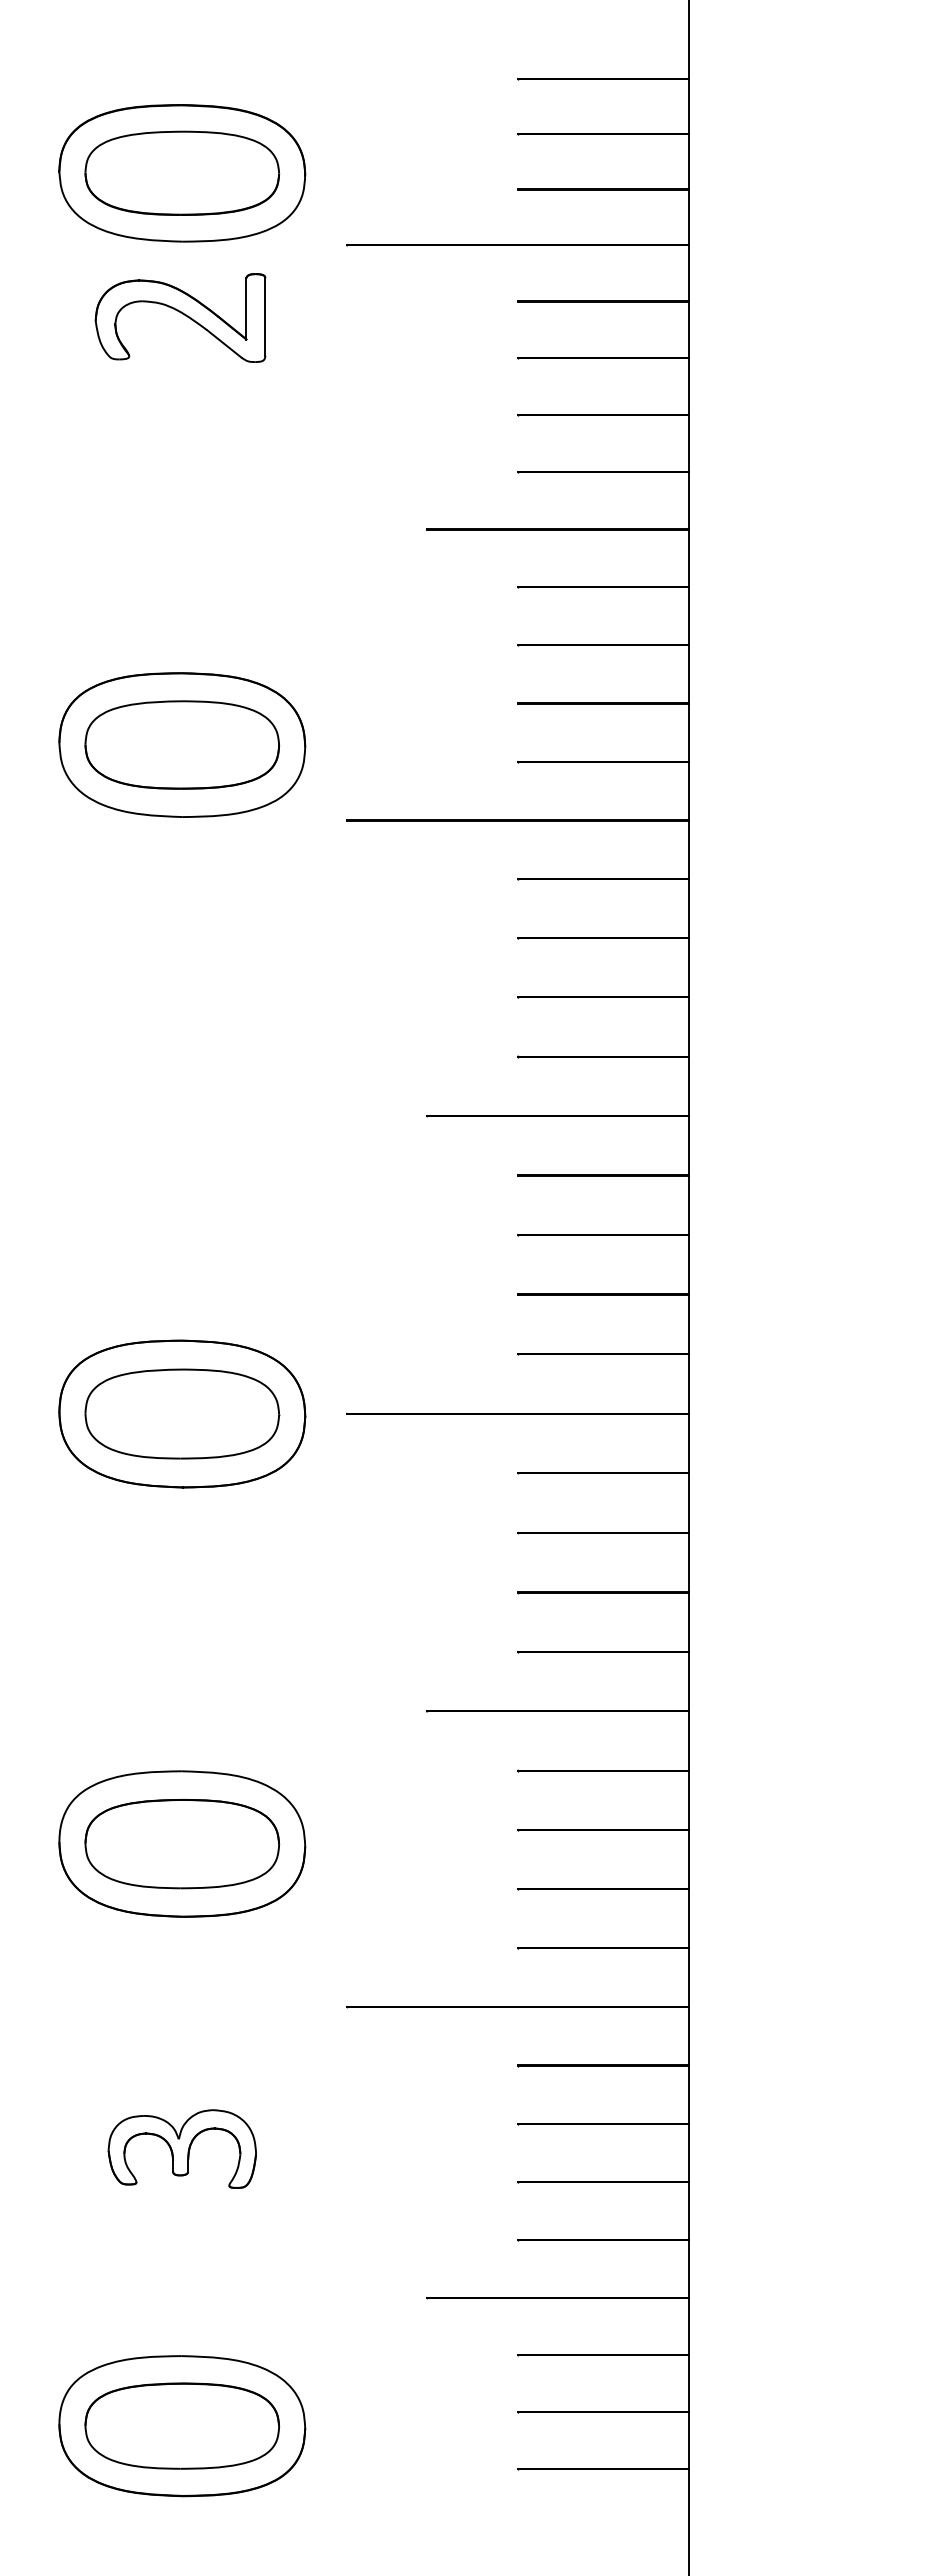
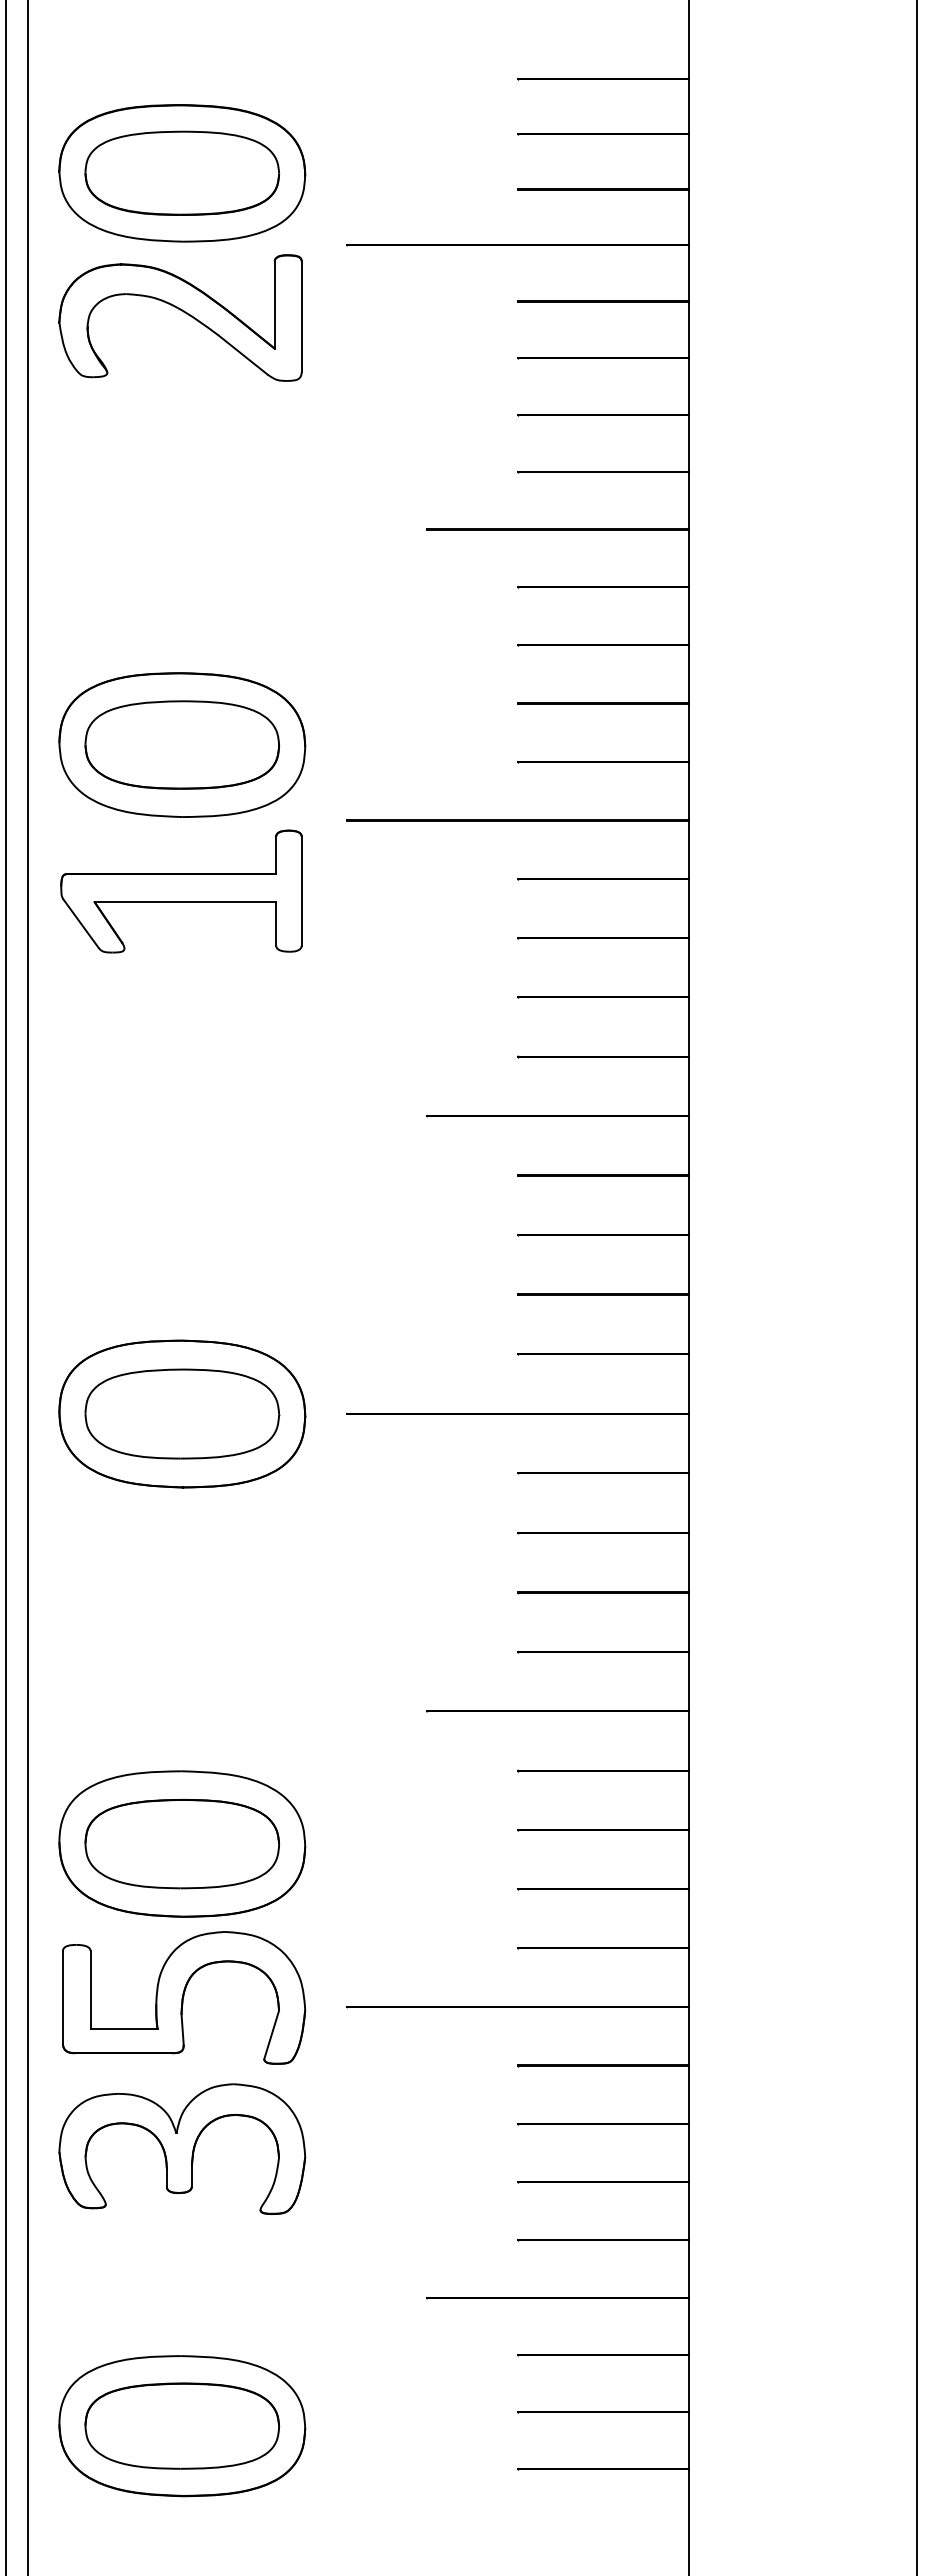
part at (180, 317) size: 173x90 px -> 245x128 px
part at (181, 891): none -> present
line at (5, 1287): none -> present
line at (28, 1287): none -> present
line at (916, 1287): none -> present
part at (184, 1997): none -> present
part at (181, 2148) size: 150x80 px -> 249x132 px
